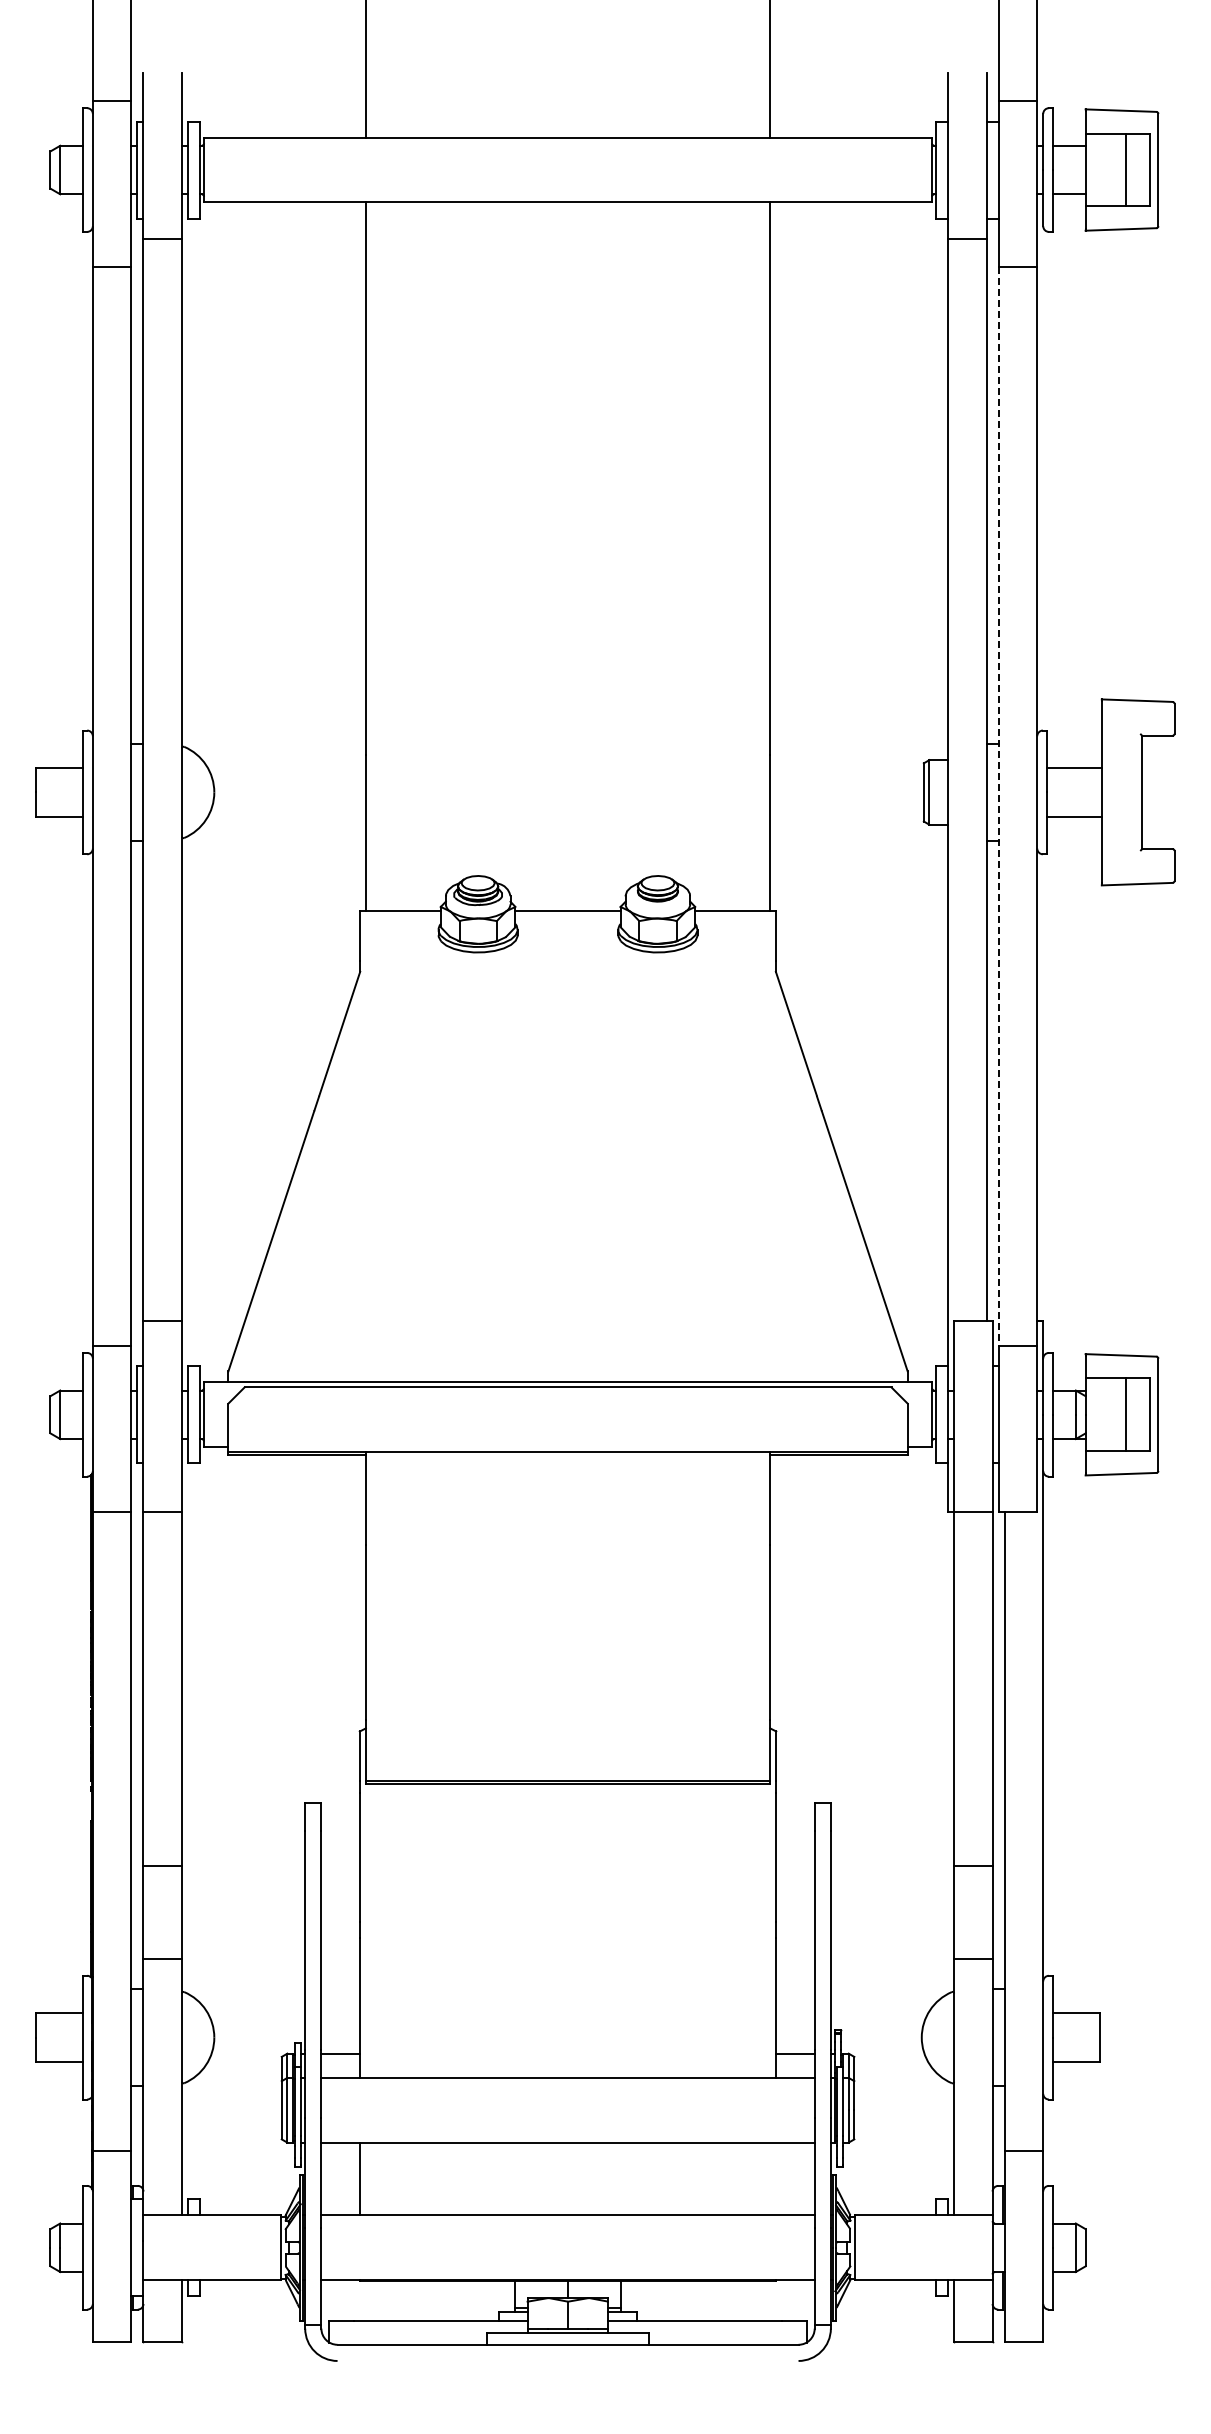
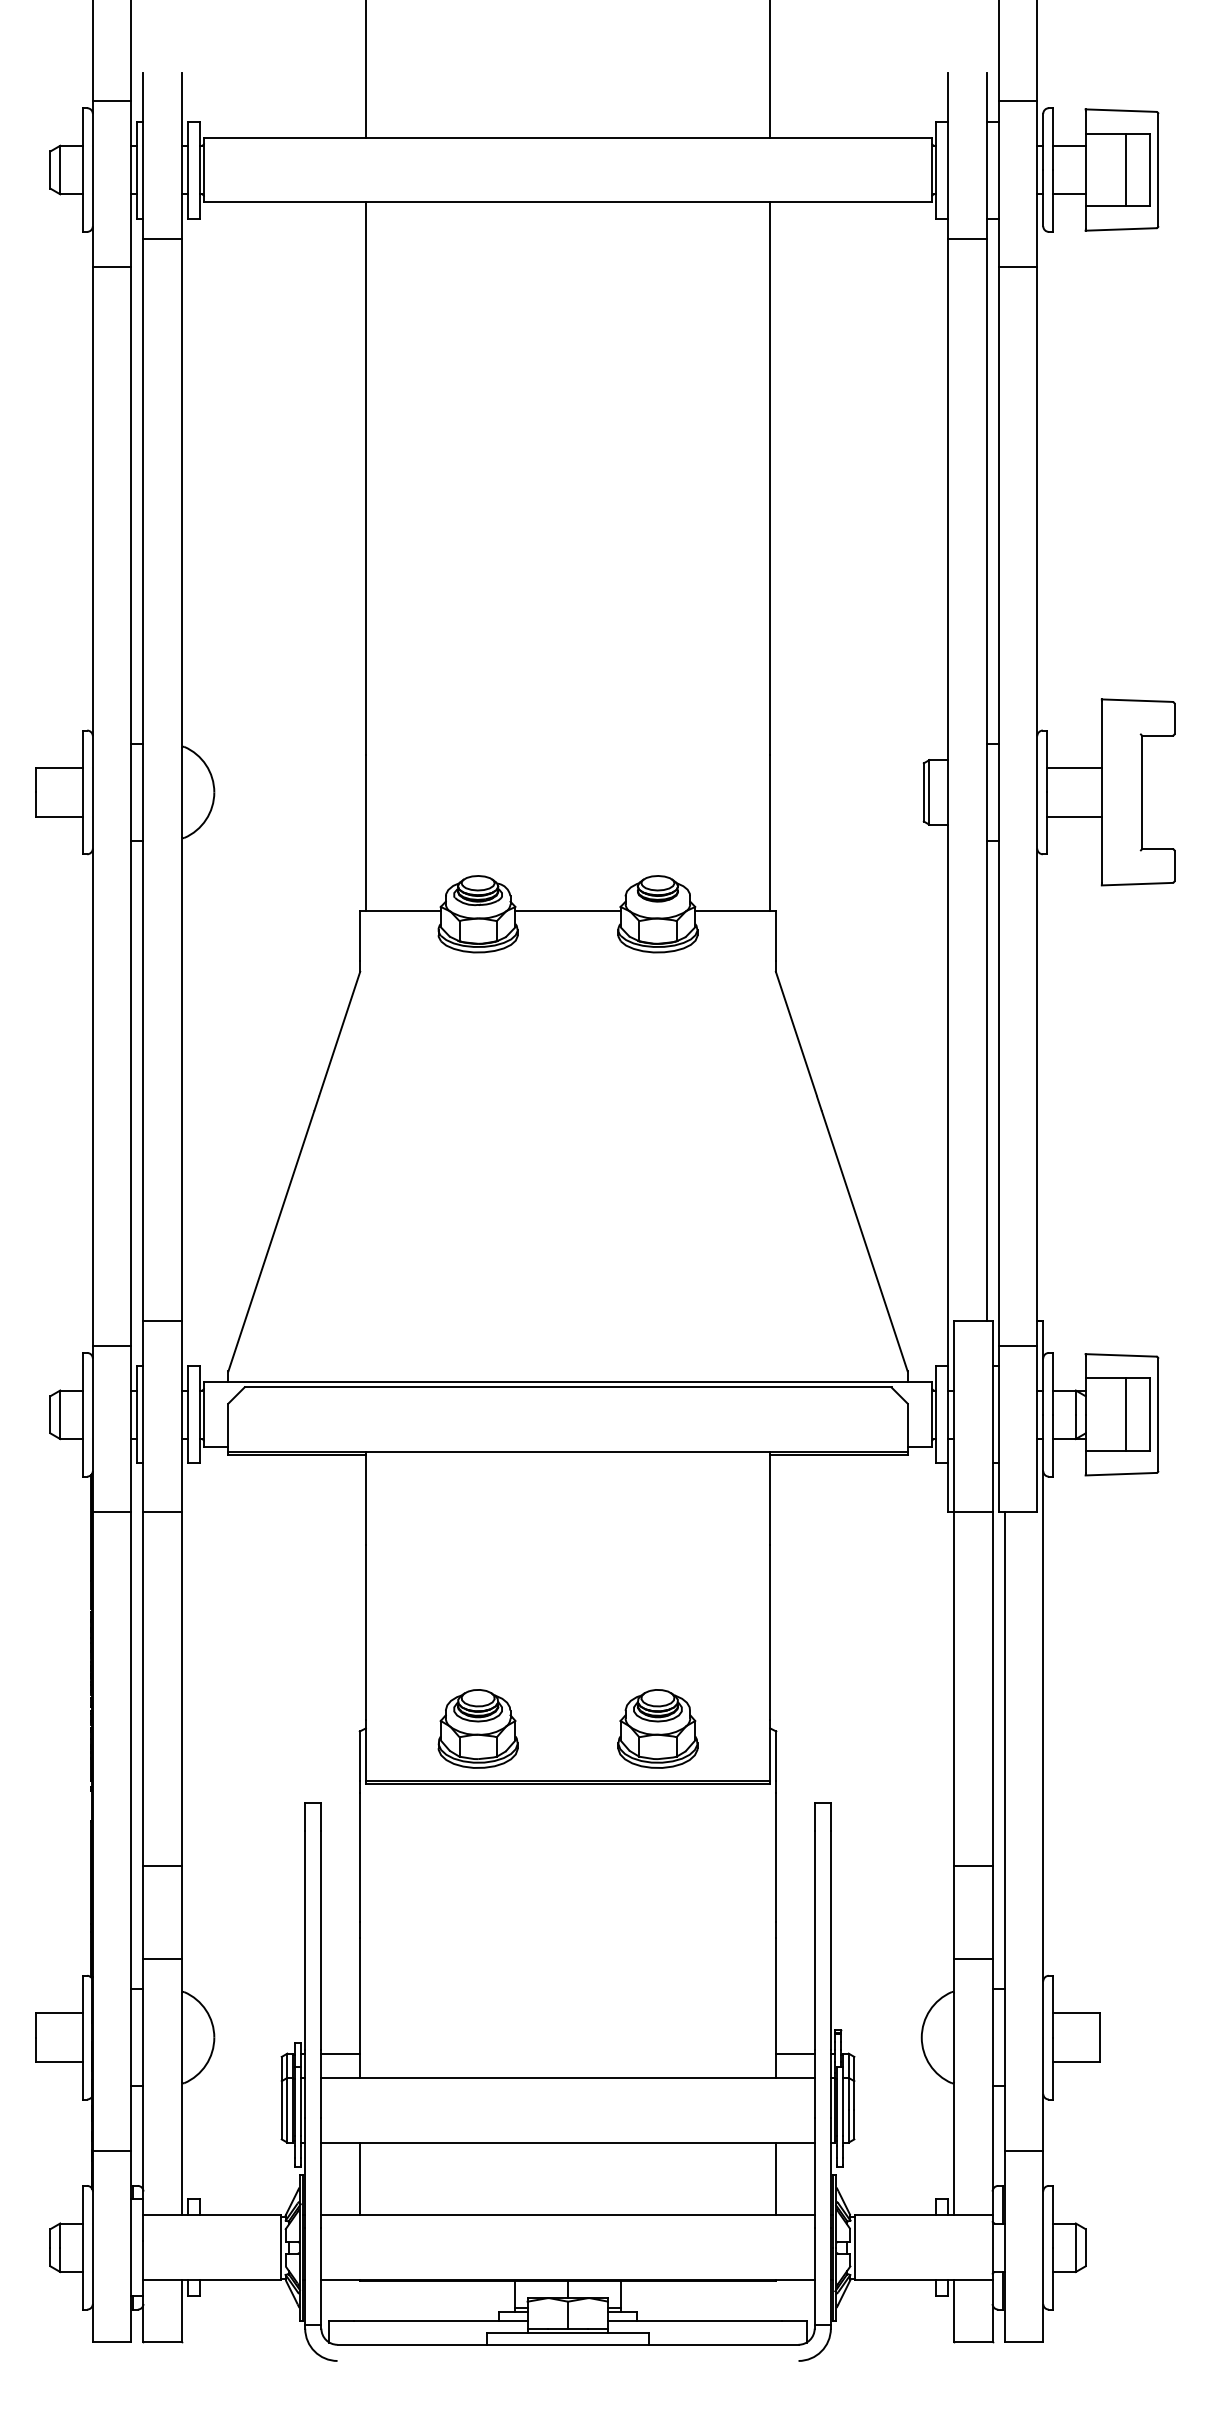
line at (998, 807): dashed -> solid
part at (477, 1728): none -> present
part at (657, 1728): none -> present
line at (776, 2178): none -> present
